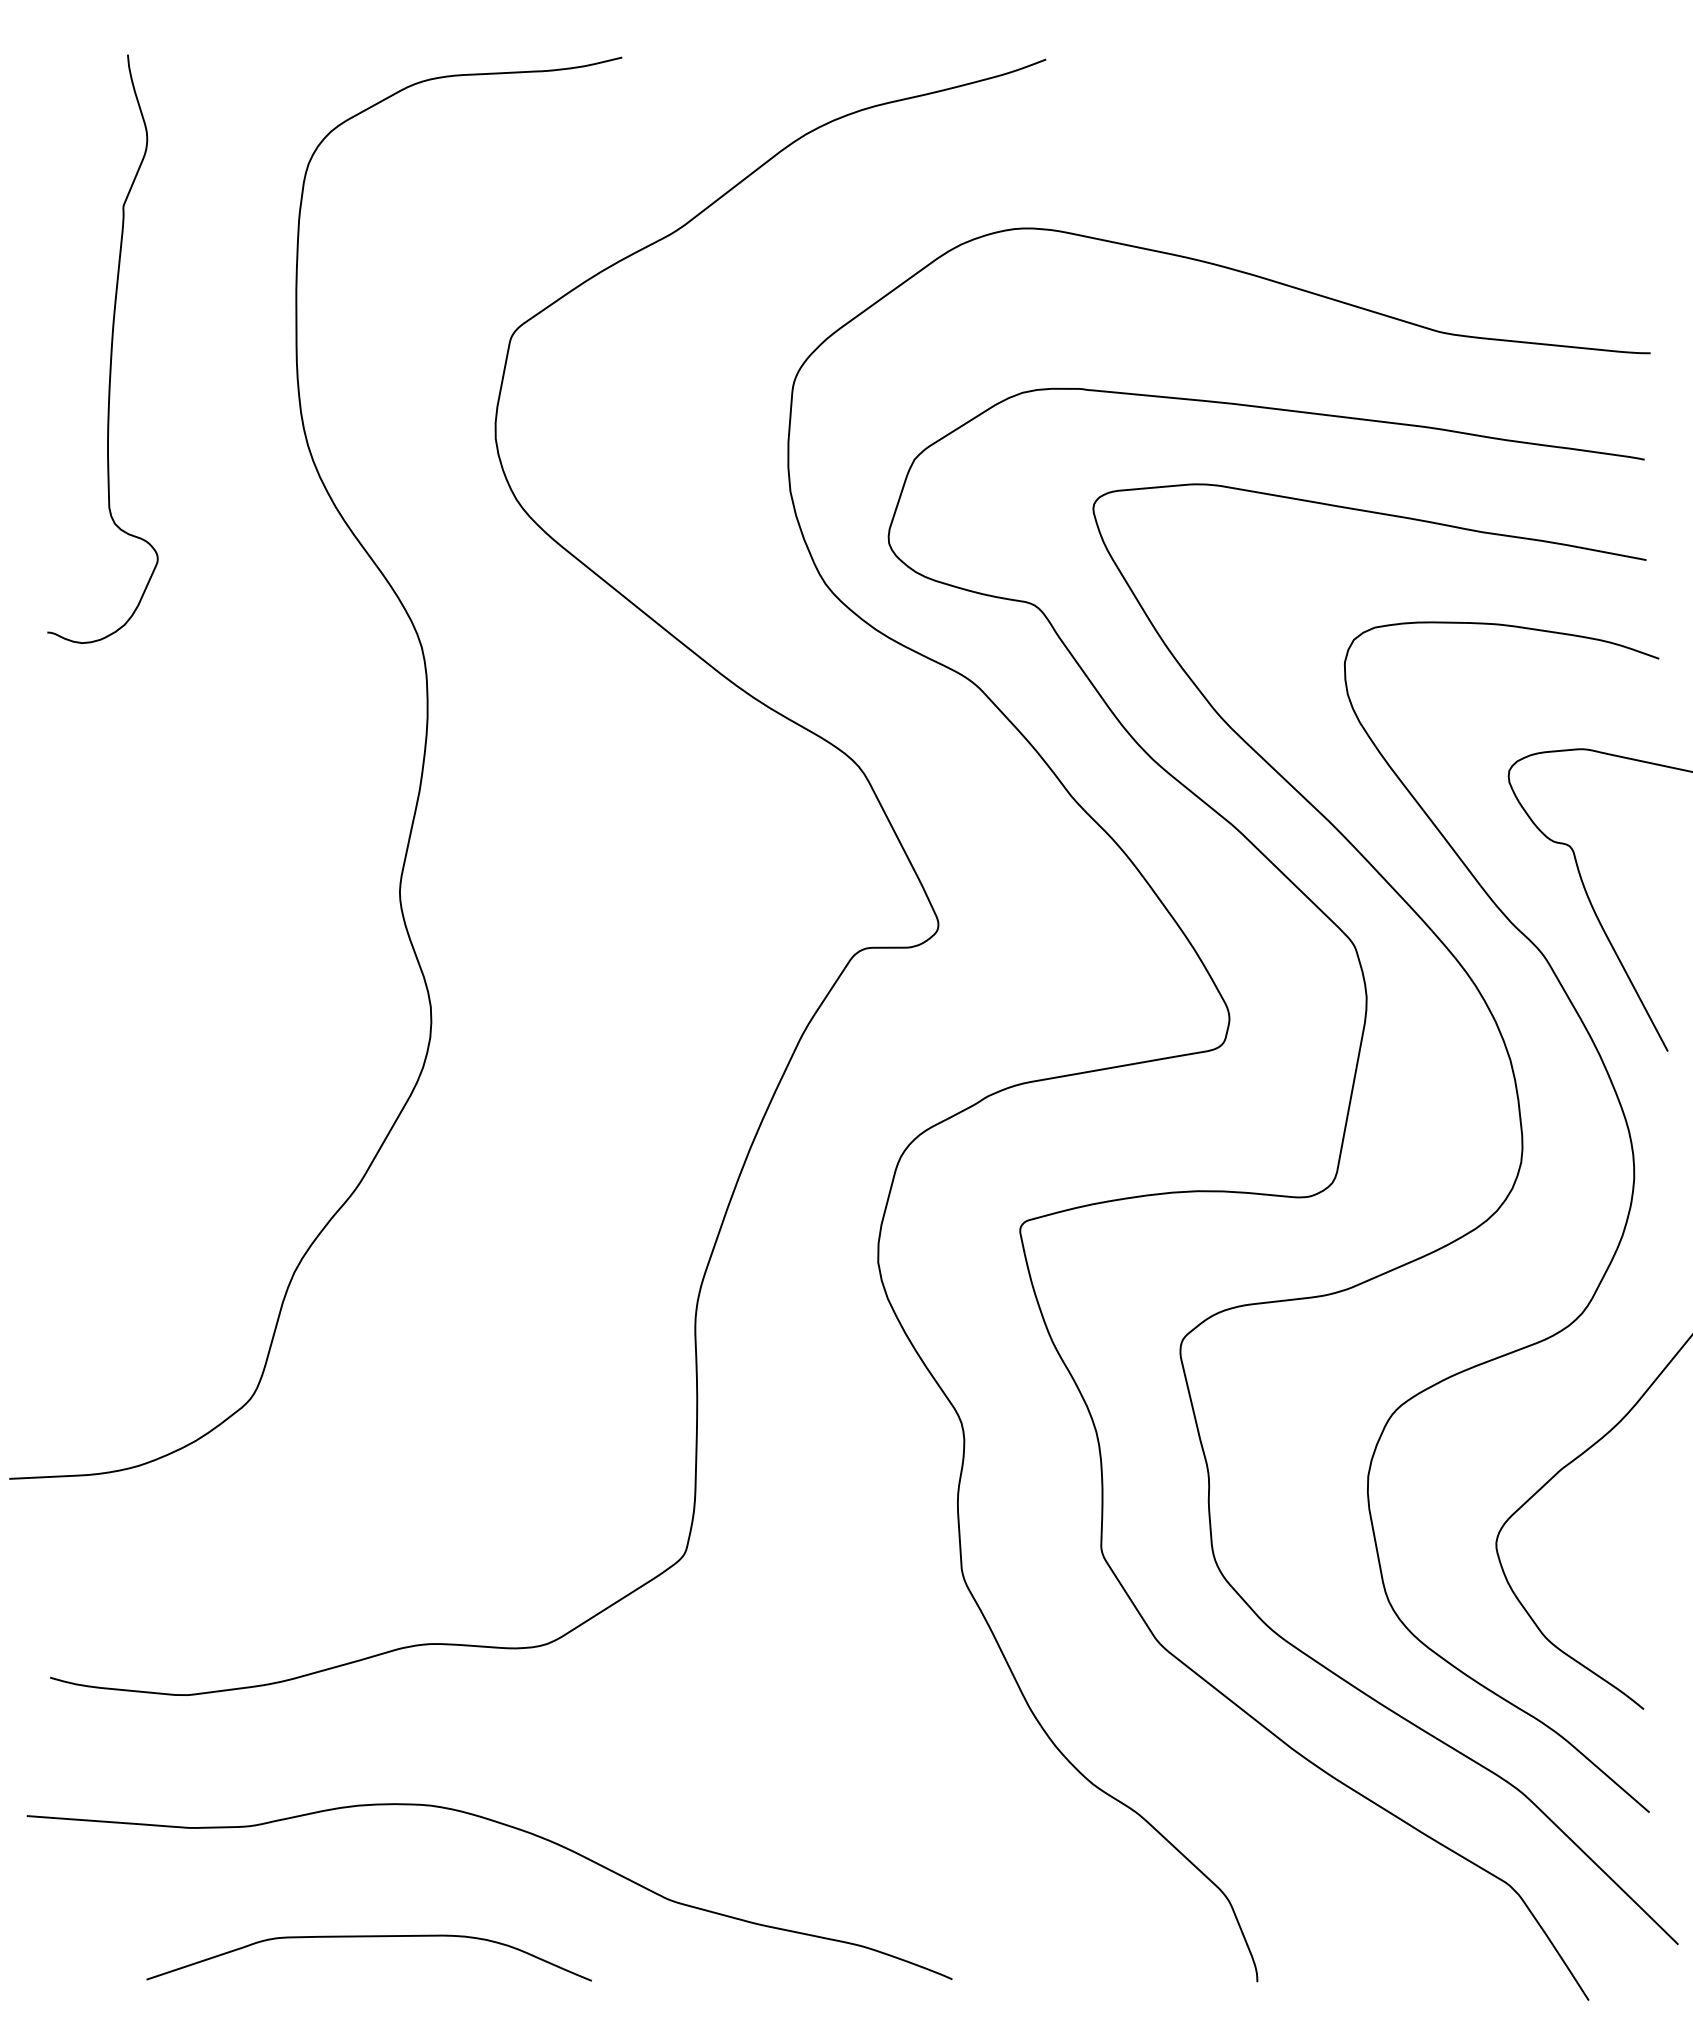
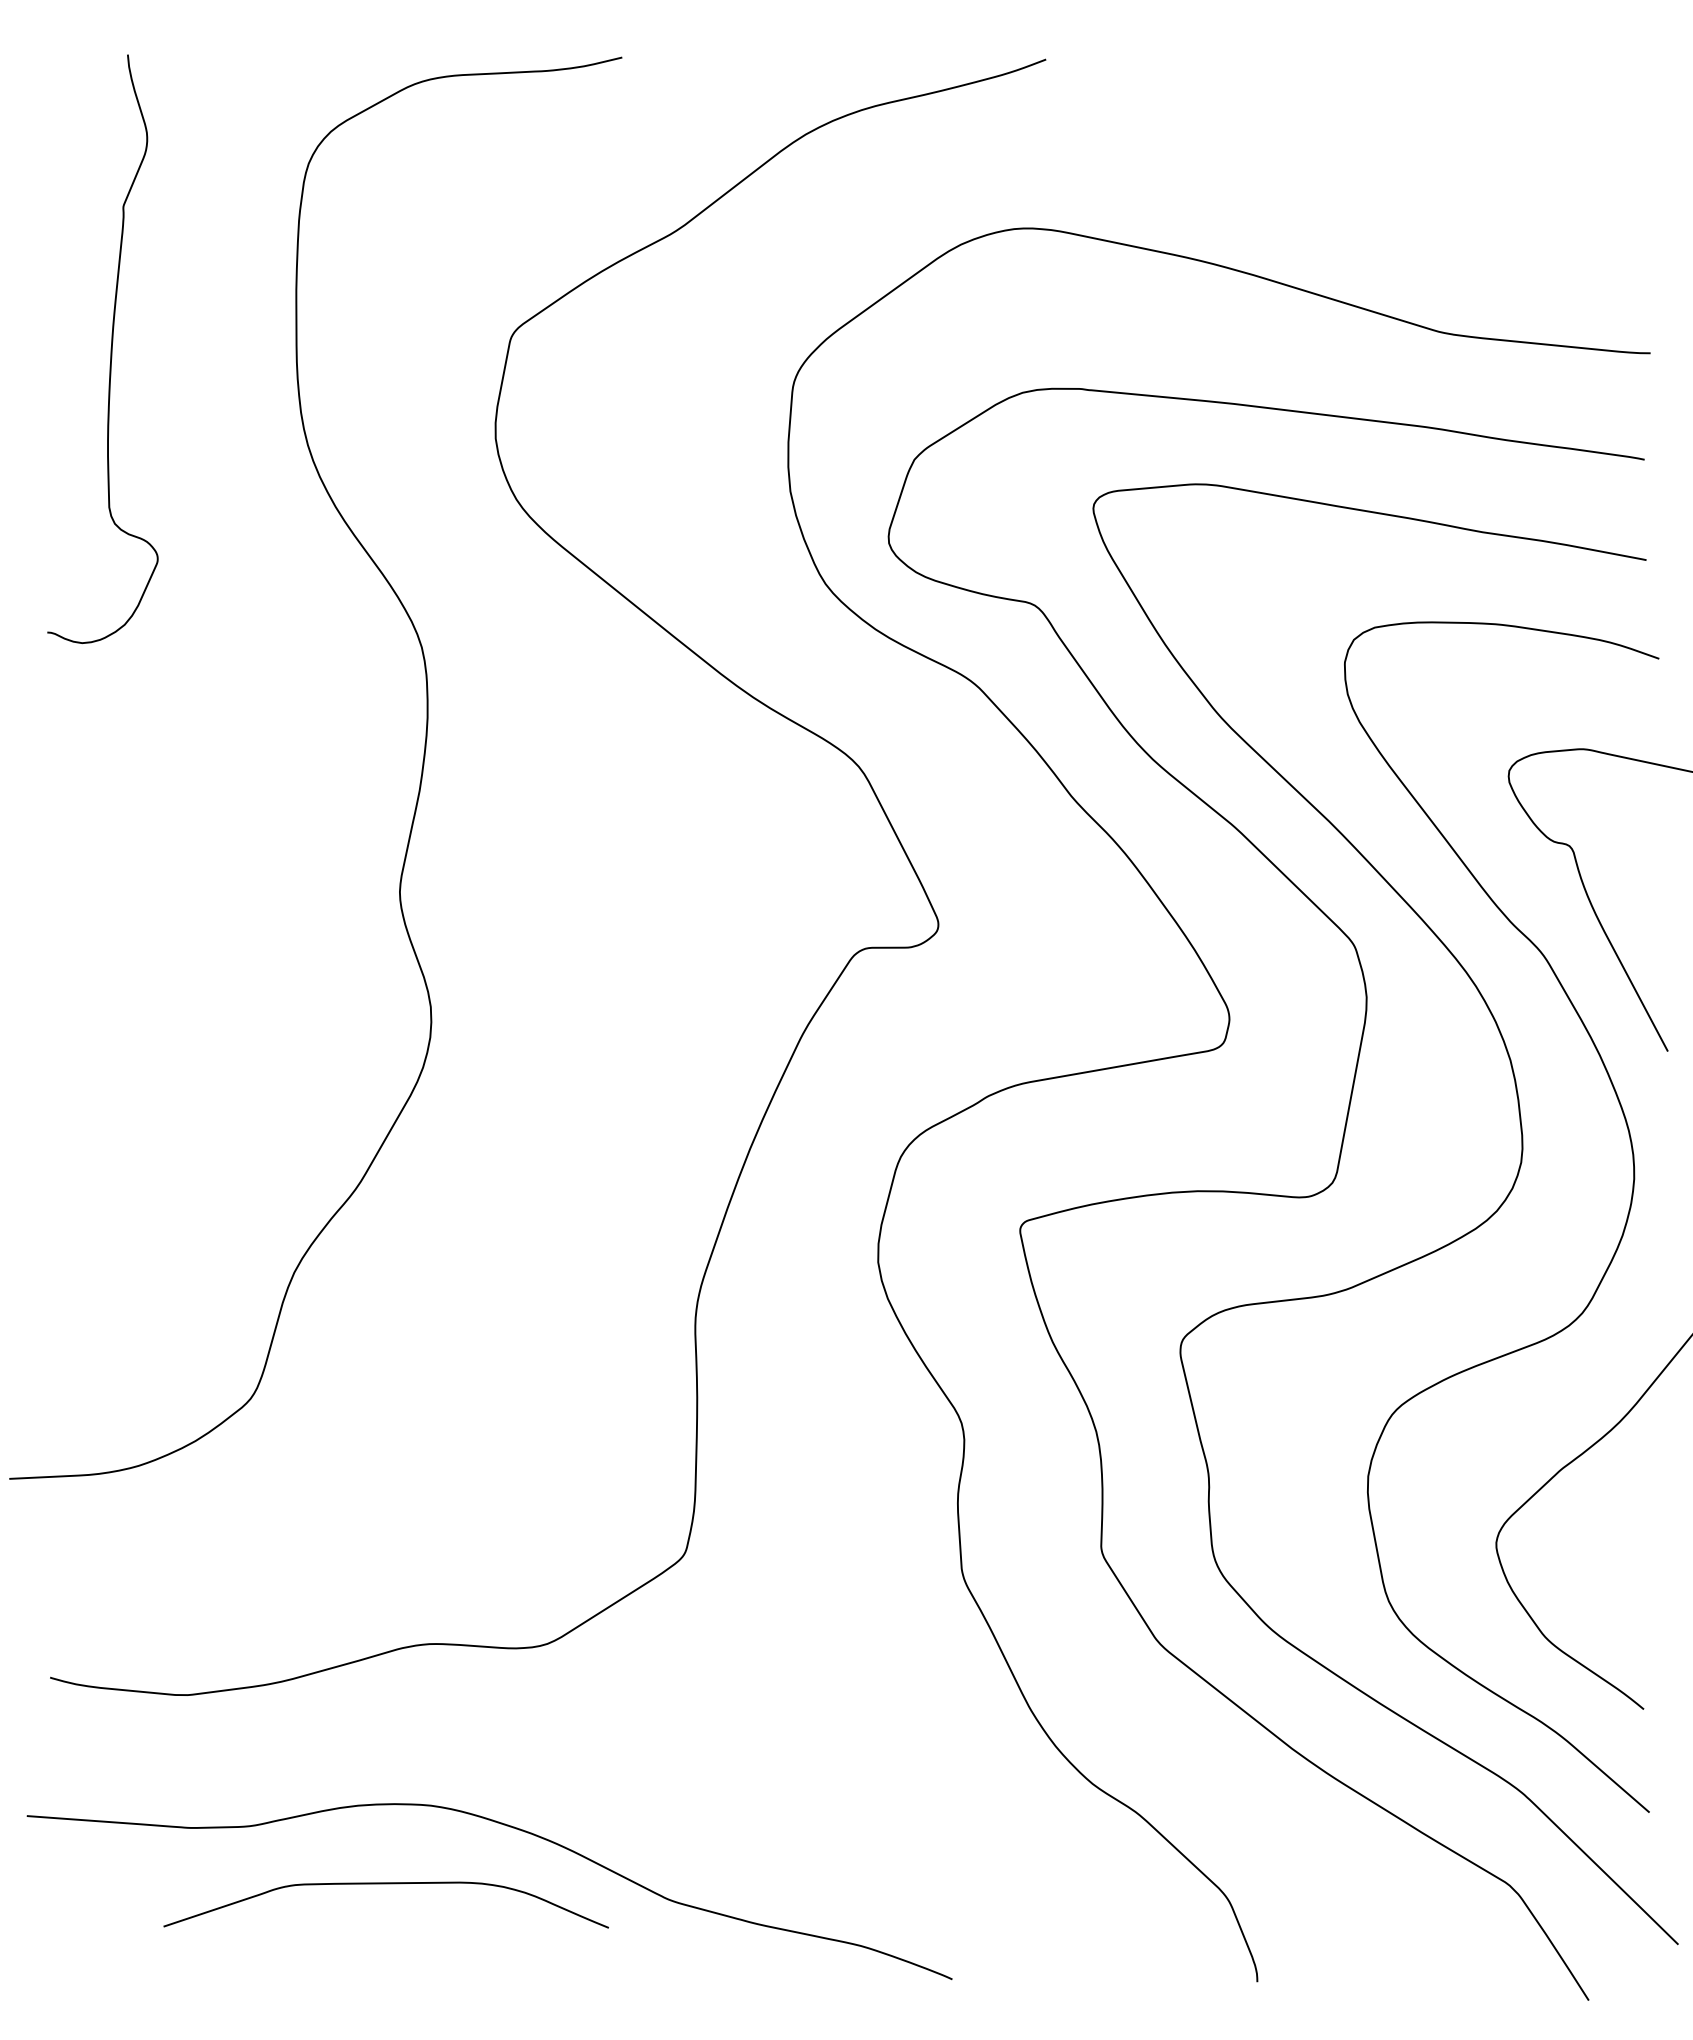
curve at (368, 1937) position: (368, 1937) -> (385, 1884)
